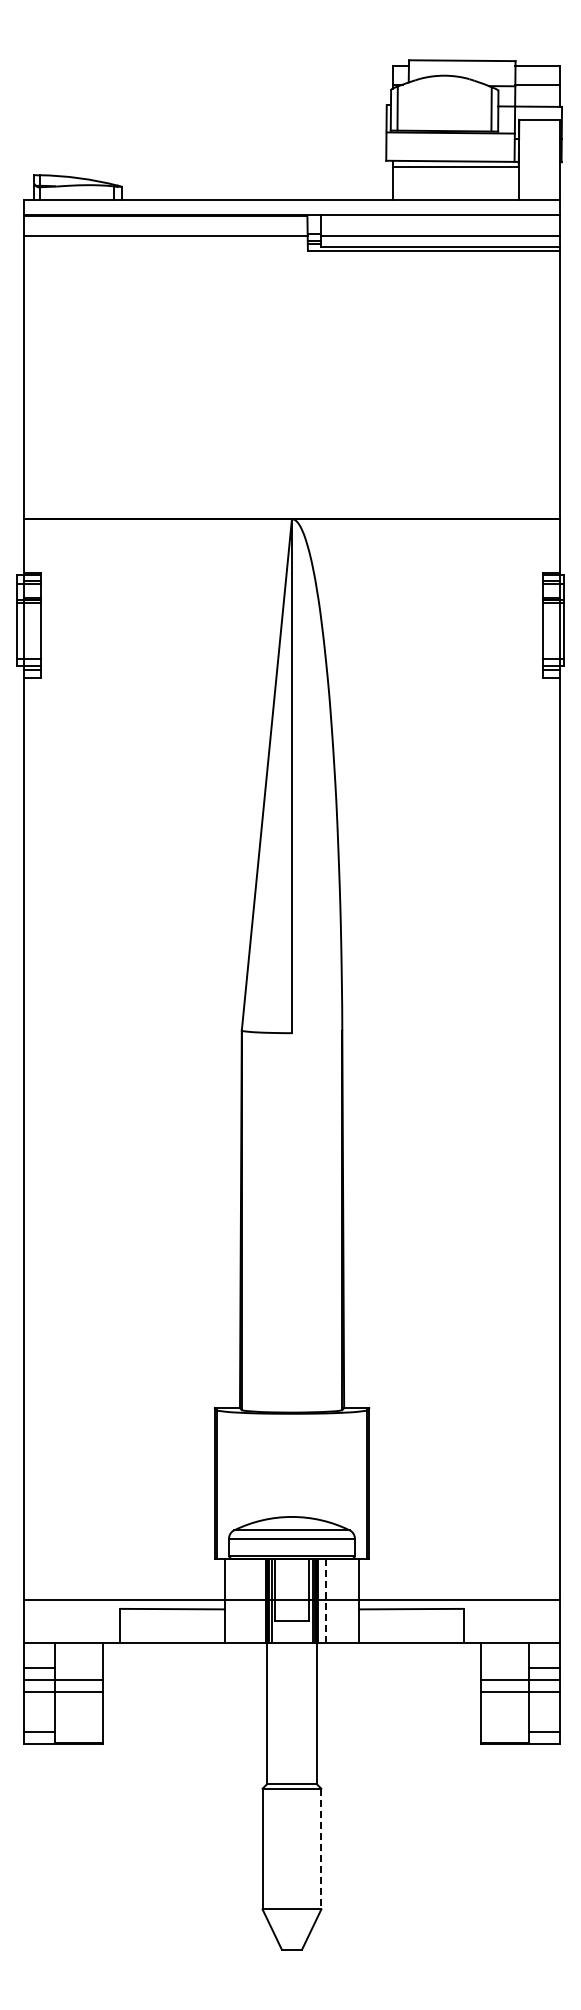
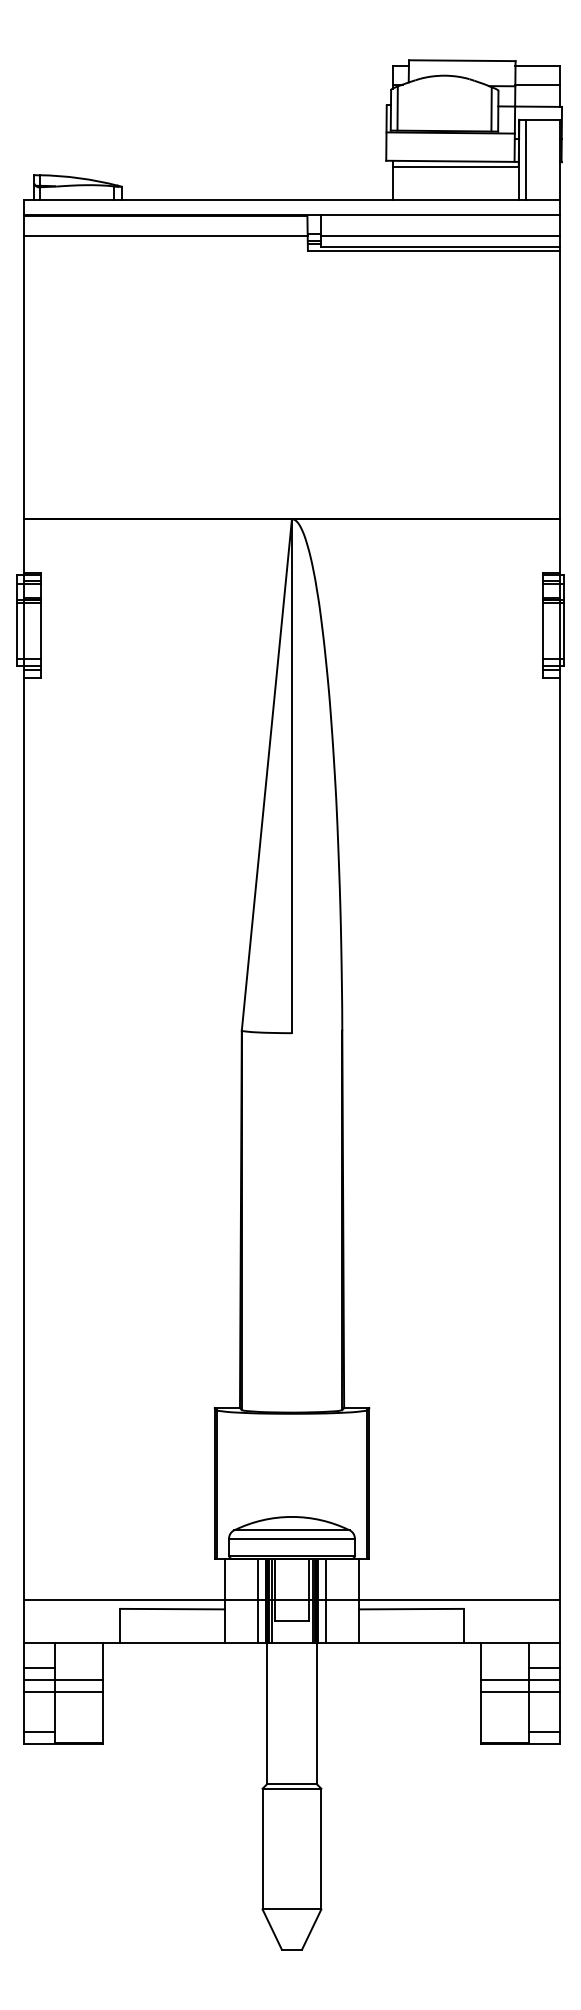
line at (525, 159): none -> present
line at (258, 1600): none -> present
line at (325, 1600): dashed -> solid
line at (321, 1849): dashed -> solid
